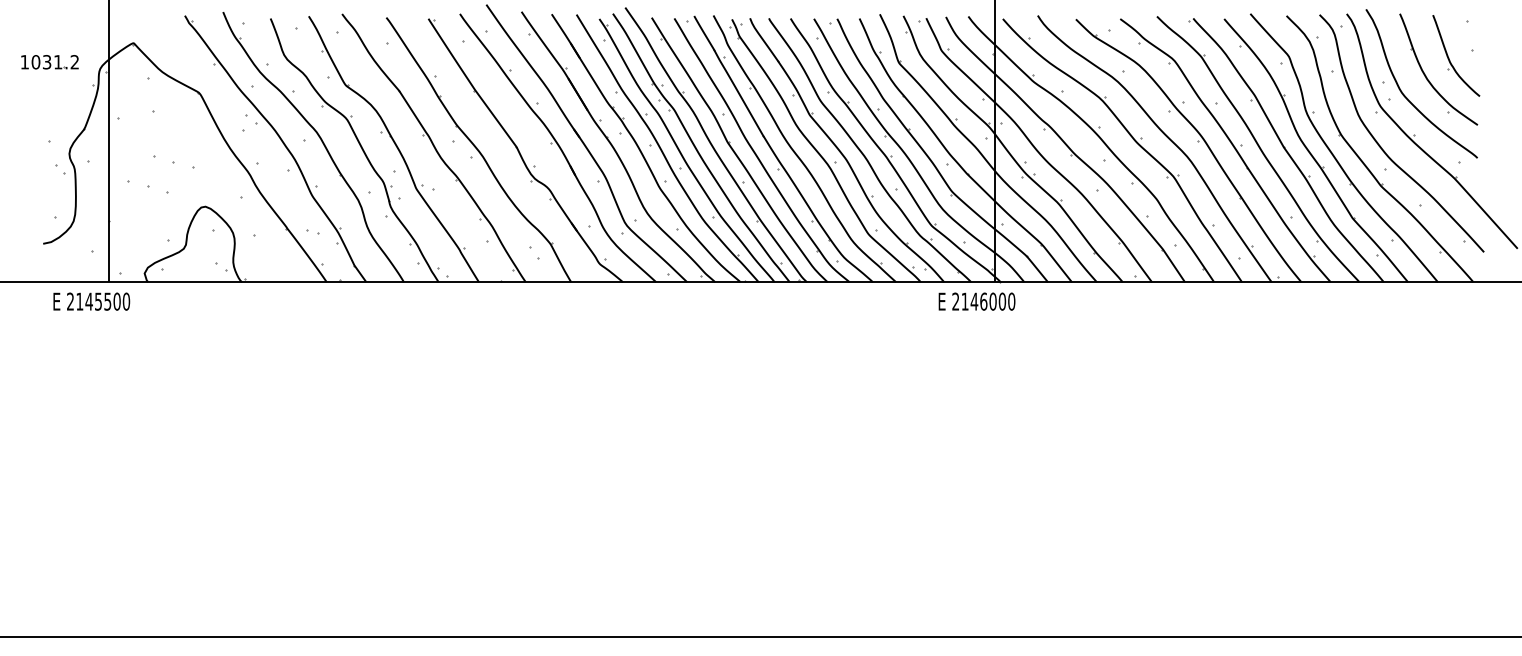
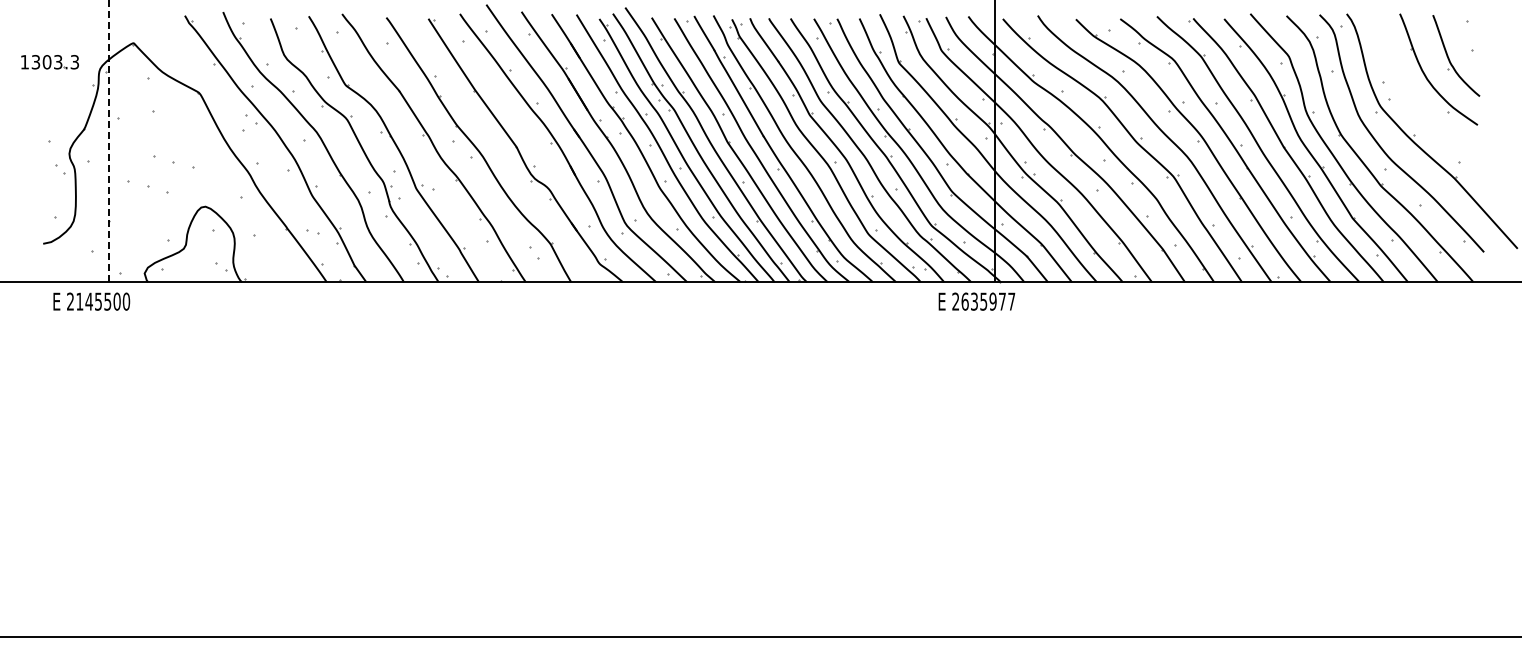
text at (54, 62): 1031.2 -> 1303.3
curve at (1407, 97): present -> none
line at (109, 141): solid -> dashed
text at (988, 301): 2146000 -> 2635977
